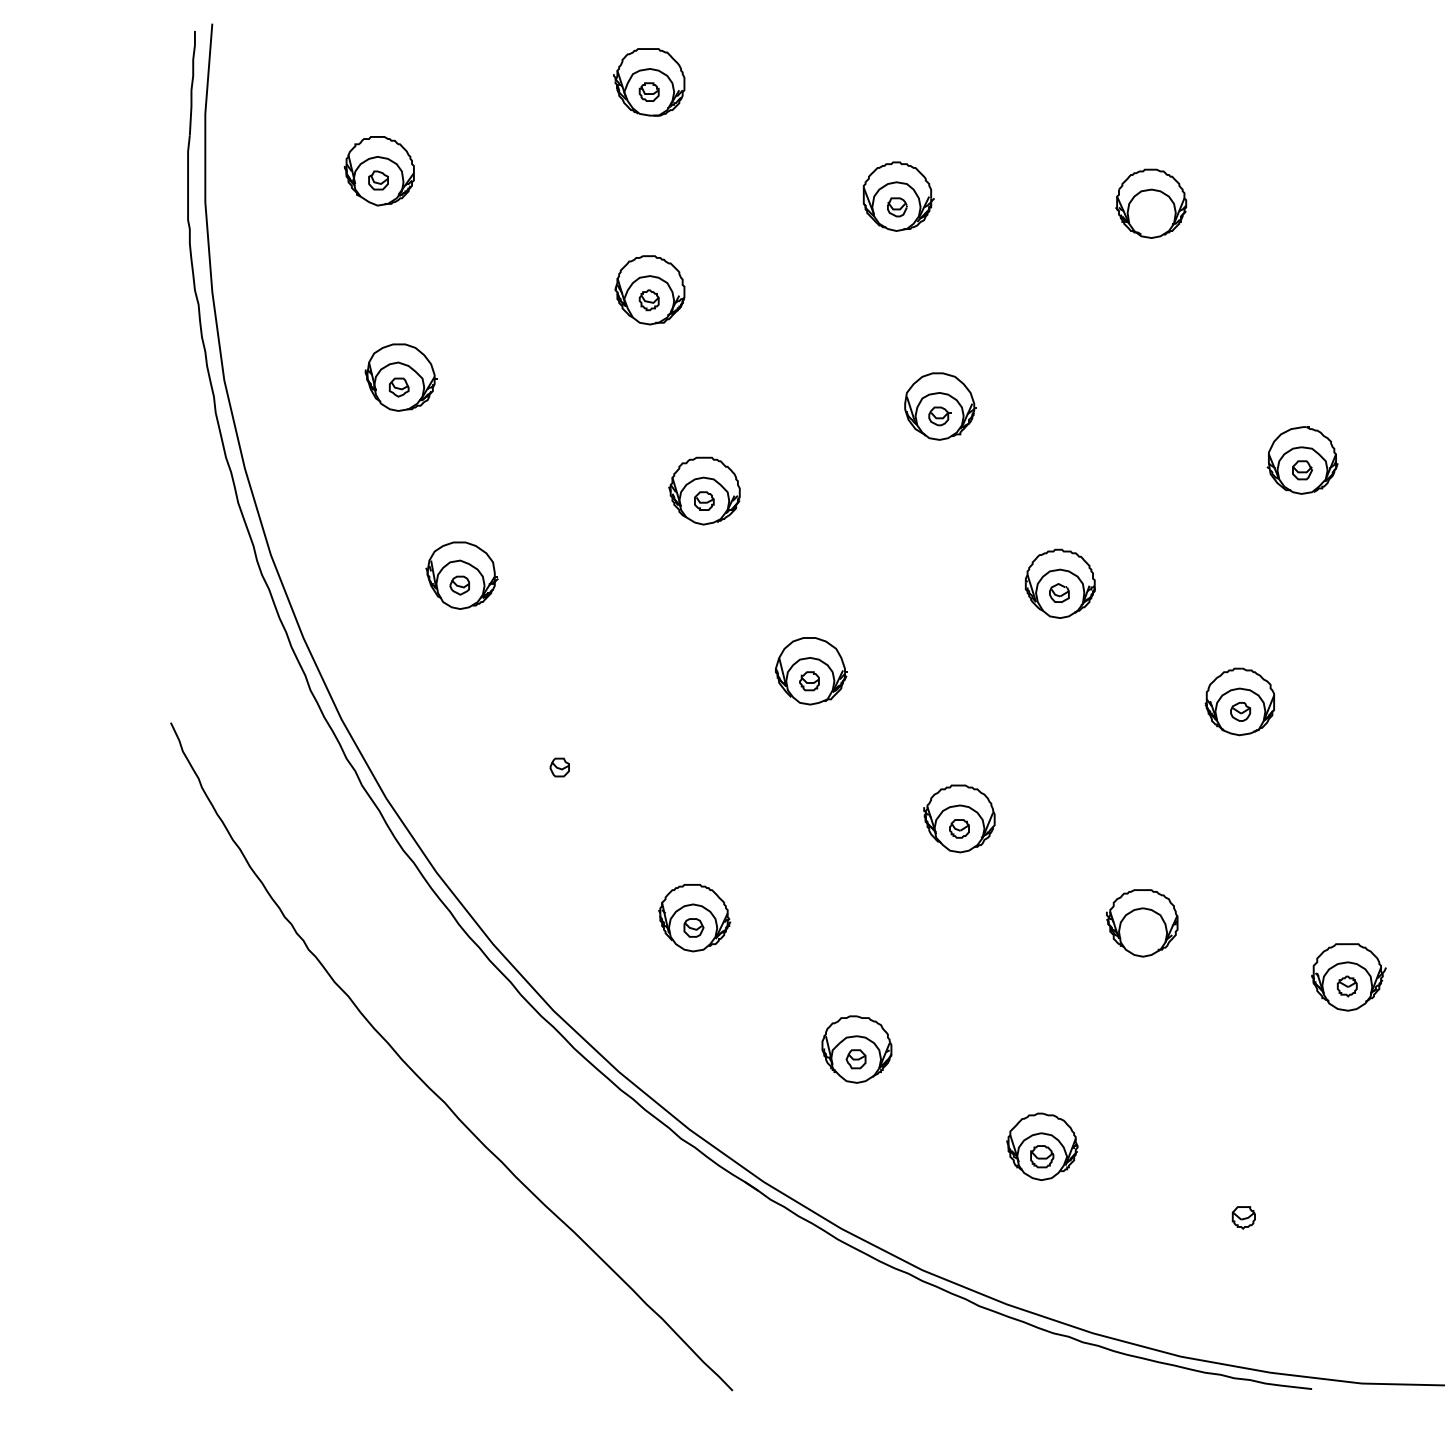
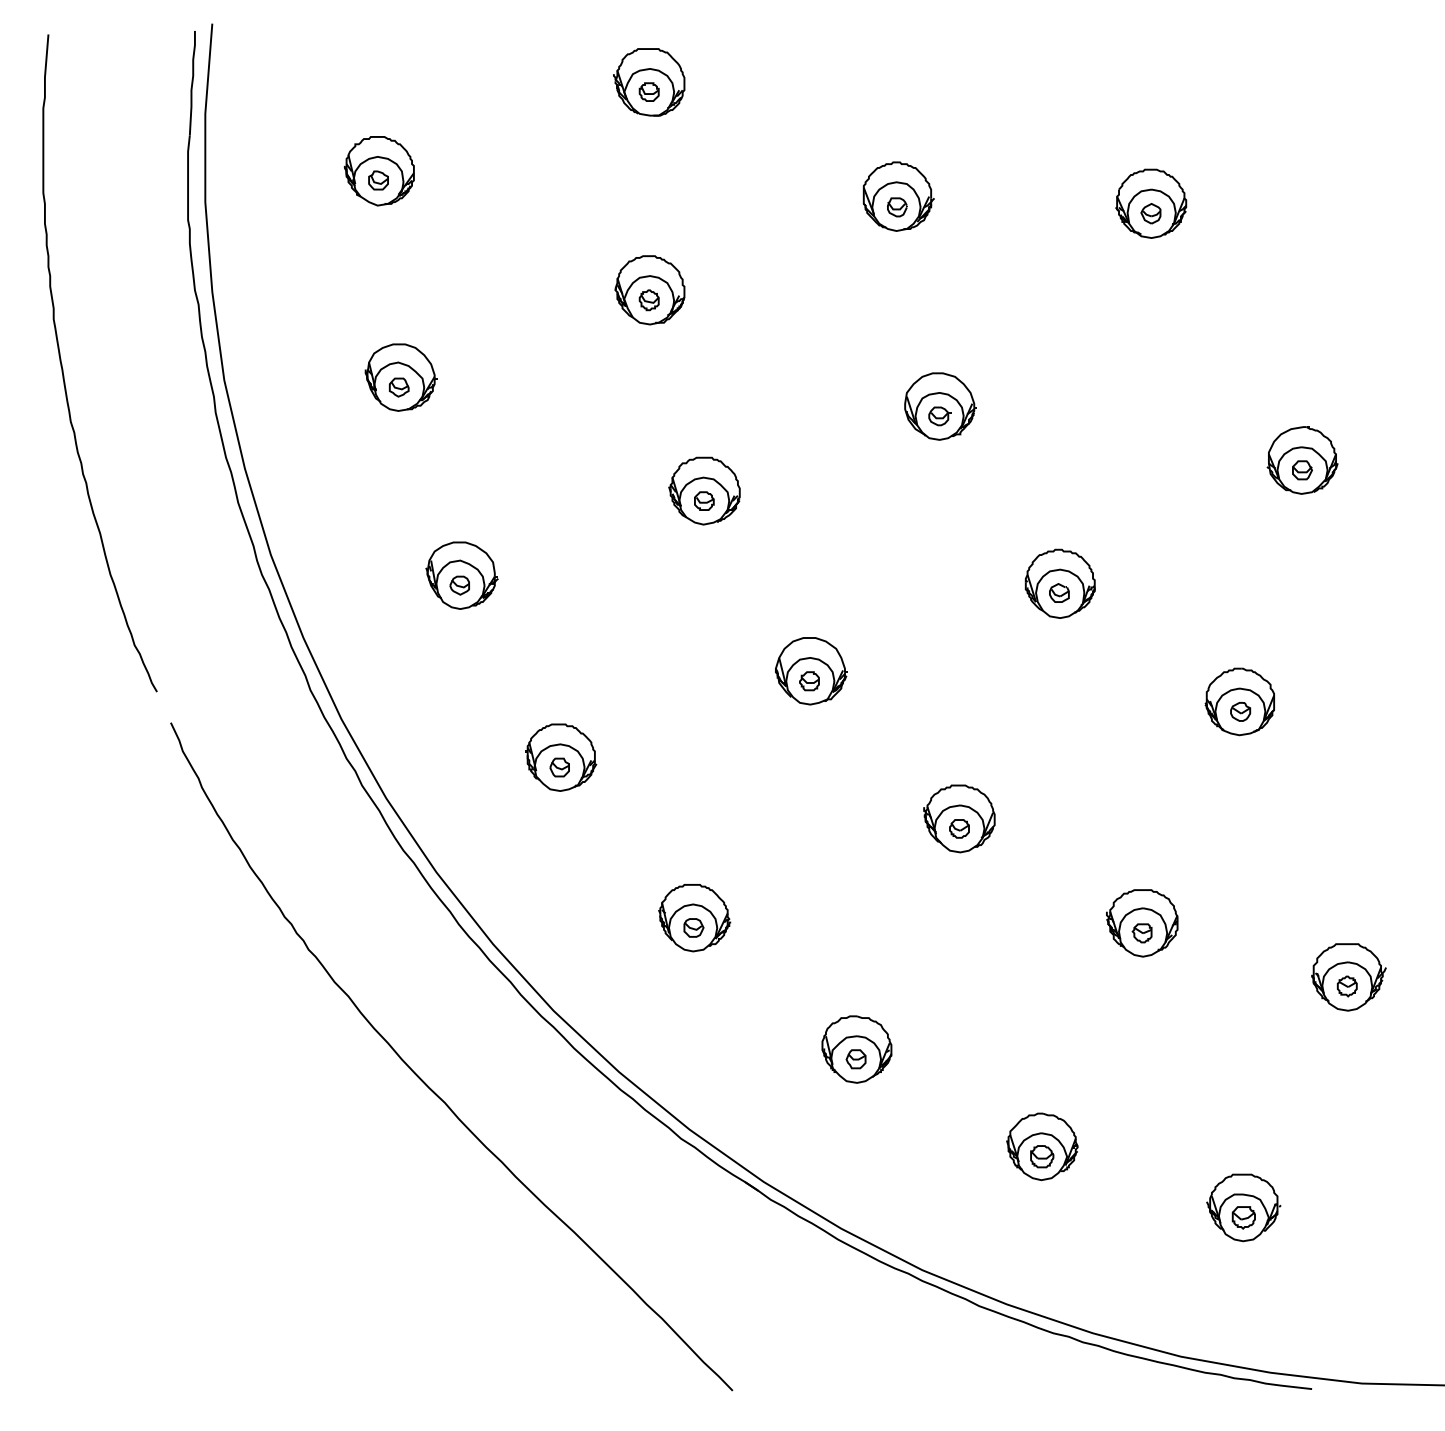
part at (1150, 213): none -> present
curve at (63, 369): none -> present
part at (561, 757): none -> present
part at (1141, 933): none -> present
part at (1243, 1207): none -> present
